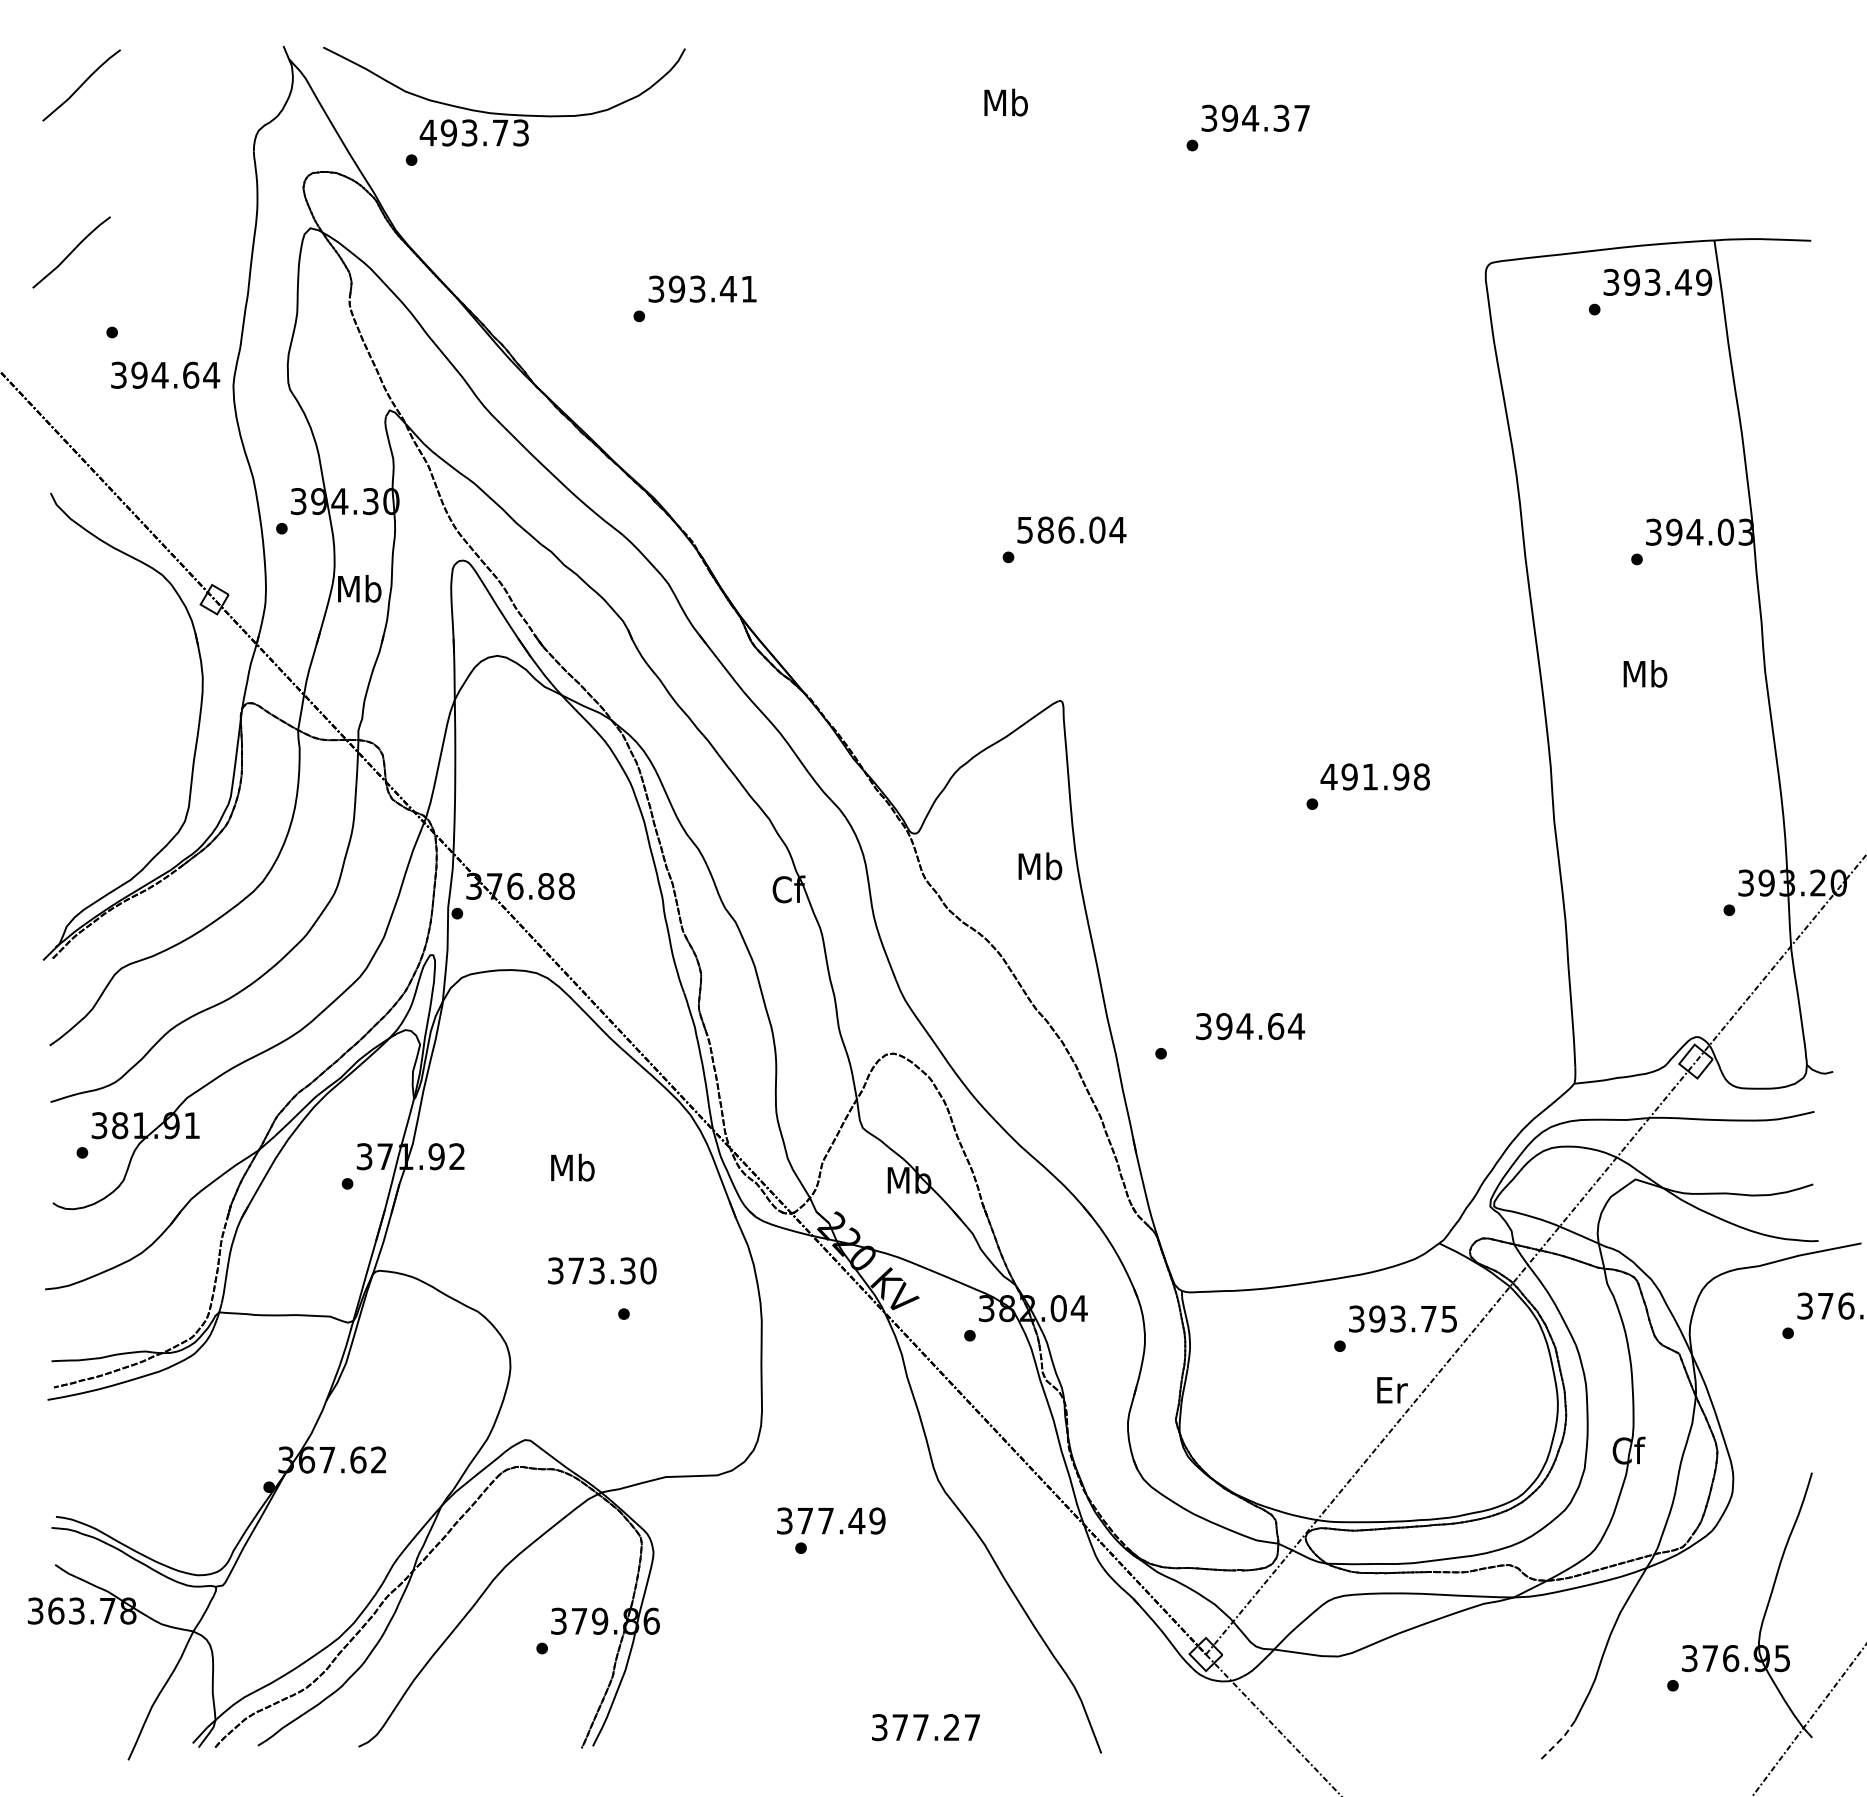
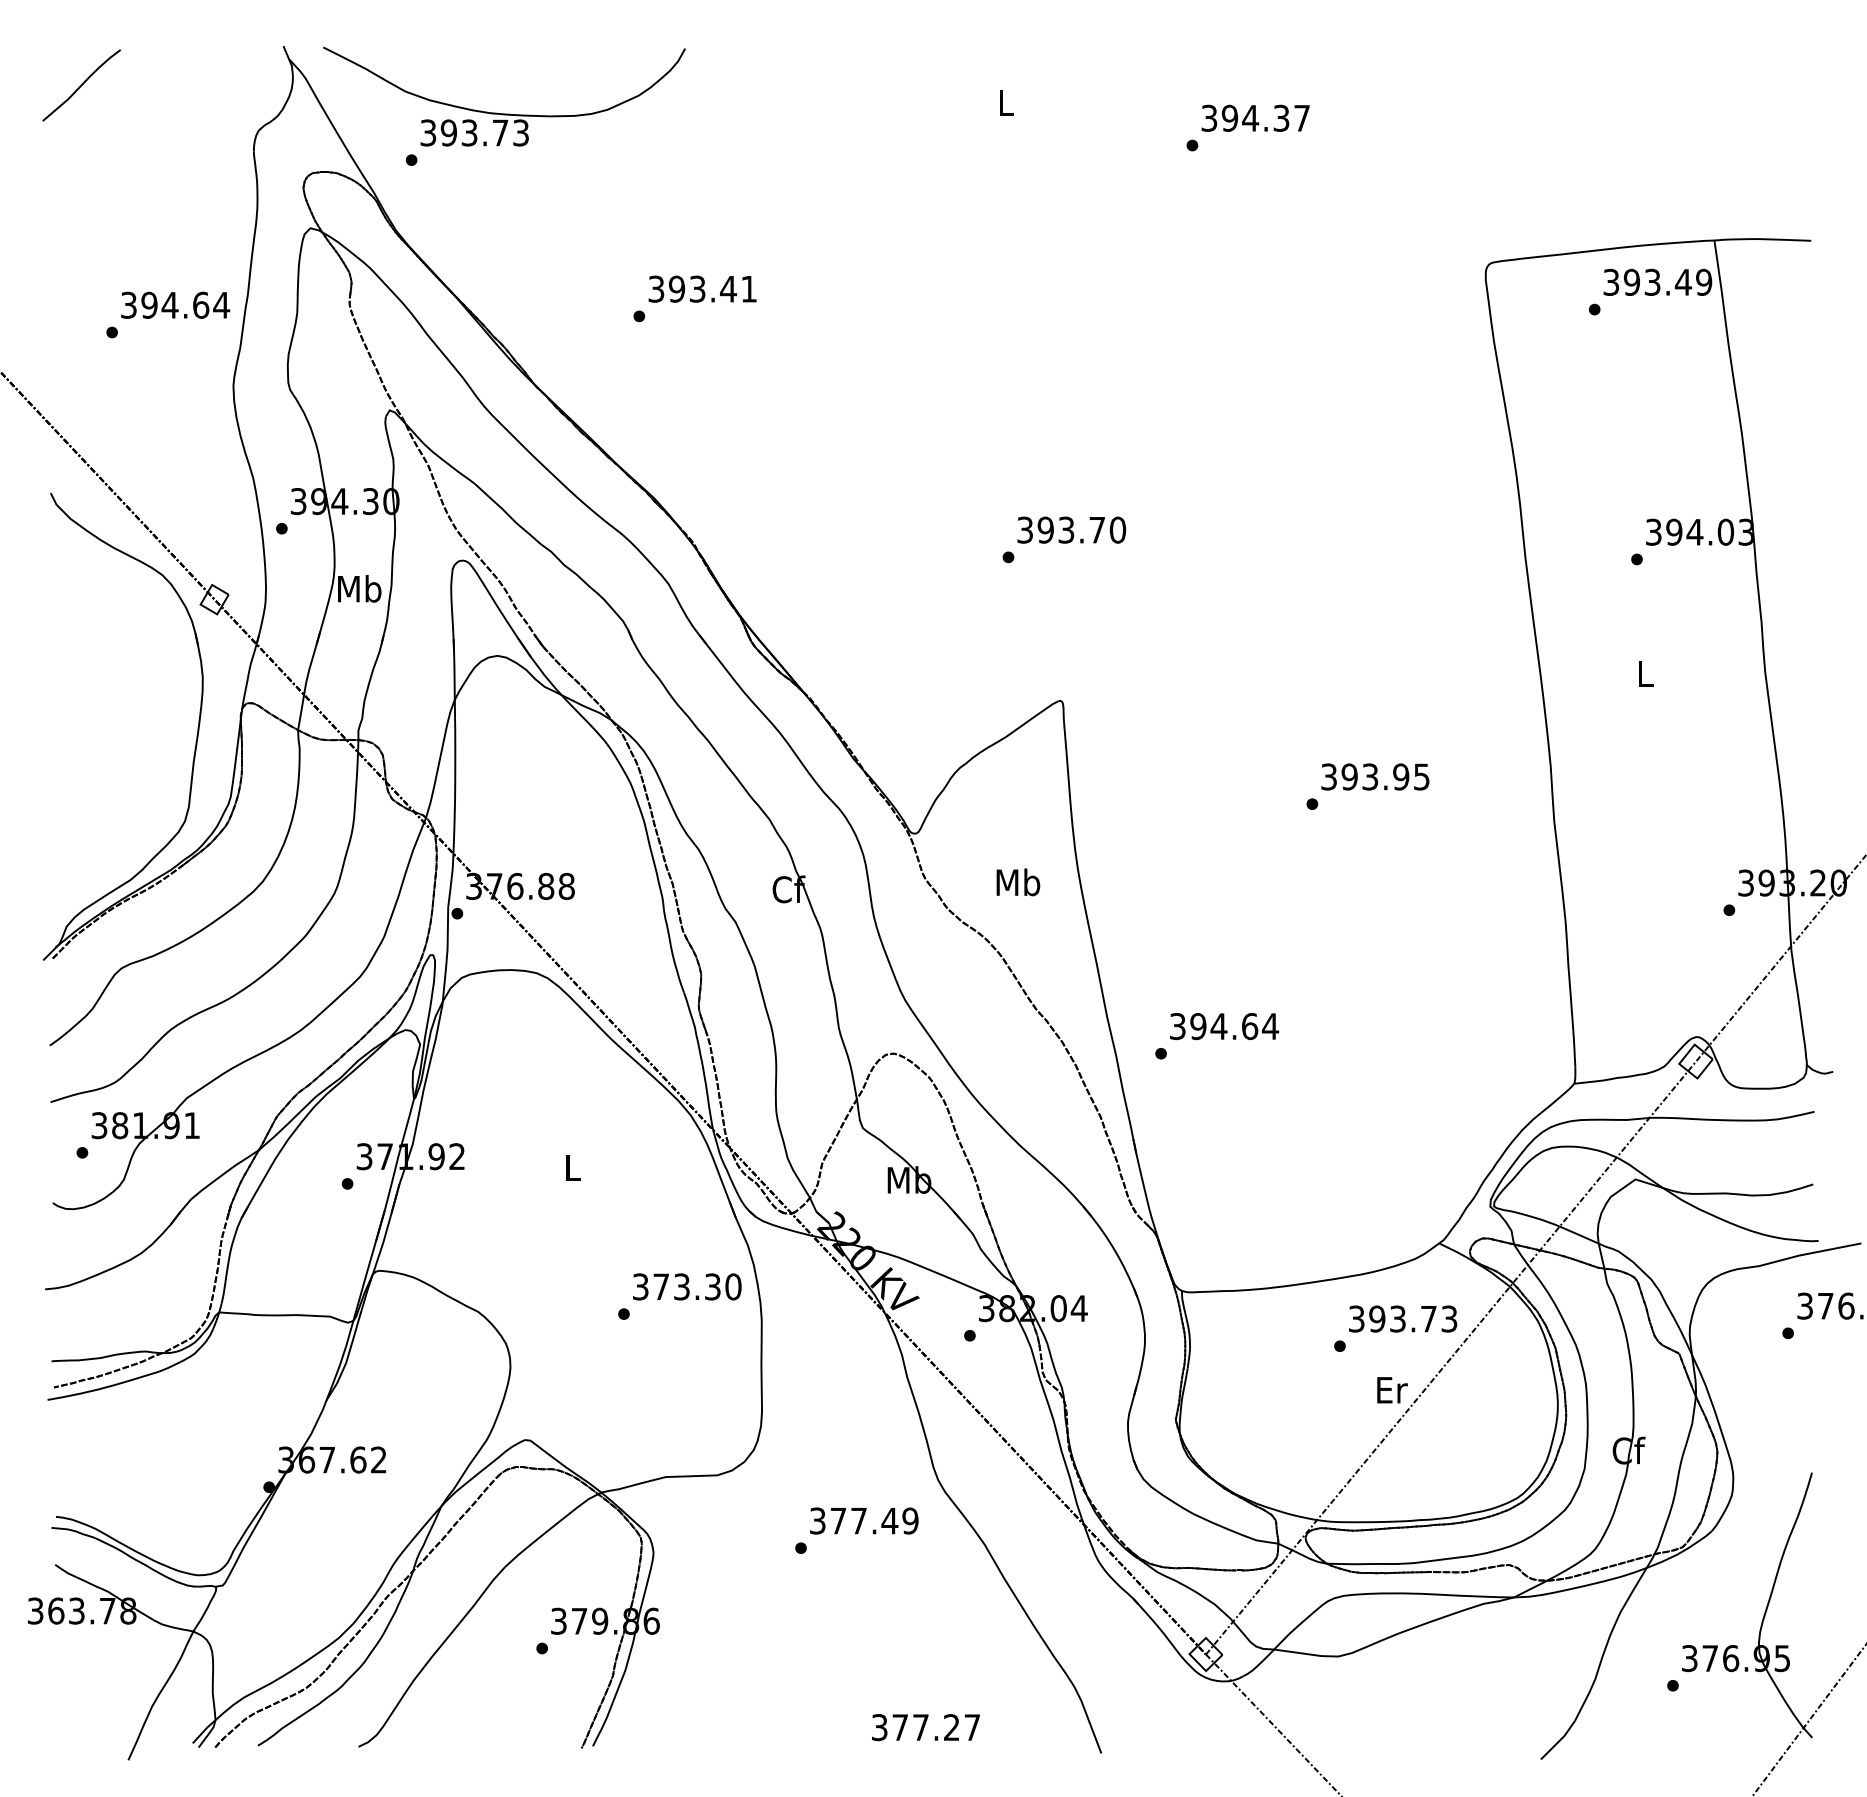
text at (1005, 102): Mb -> L
text at (427, 132): 493.73 -> 393.73
curve at (71, 252): present -> none
text at (165, 374) position: (165, 374) -> (175, 304)
text at (1072, 529): 586.04 -> 393.70
text at (1645, 673): Mb -> L
text at (1374, 776): 491.98 -> 393.95
text at (1040, 866) position: (1040, 866) -> (1018, 882)
text at (1250, 1026) position: (1250, 1026) -> (1224, 1026)
text at (572, 1167): Mb -> L
text at (602, 1270) position: (602, 1270) -> (687, 1286)
text at (1449, 1318): 393.75 -> 393.73
text at (831, 1520) position: (831, 1520) -> (864, 1520)
line at (1559, 1740): dashed -> solid
